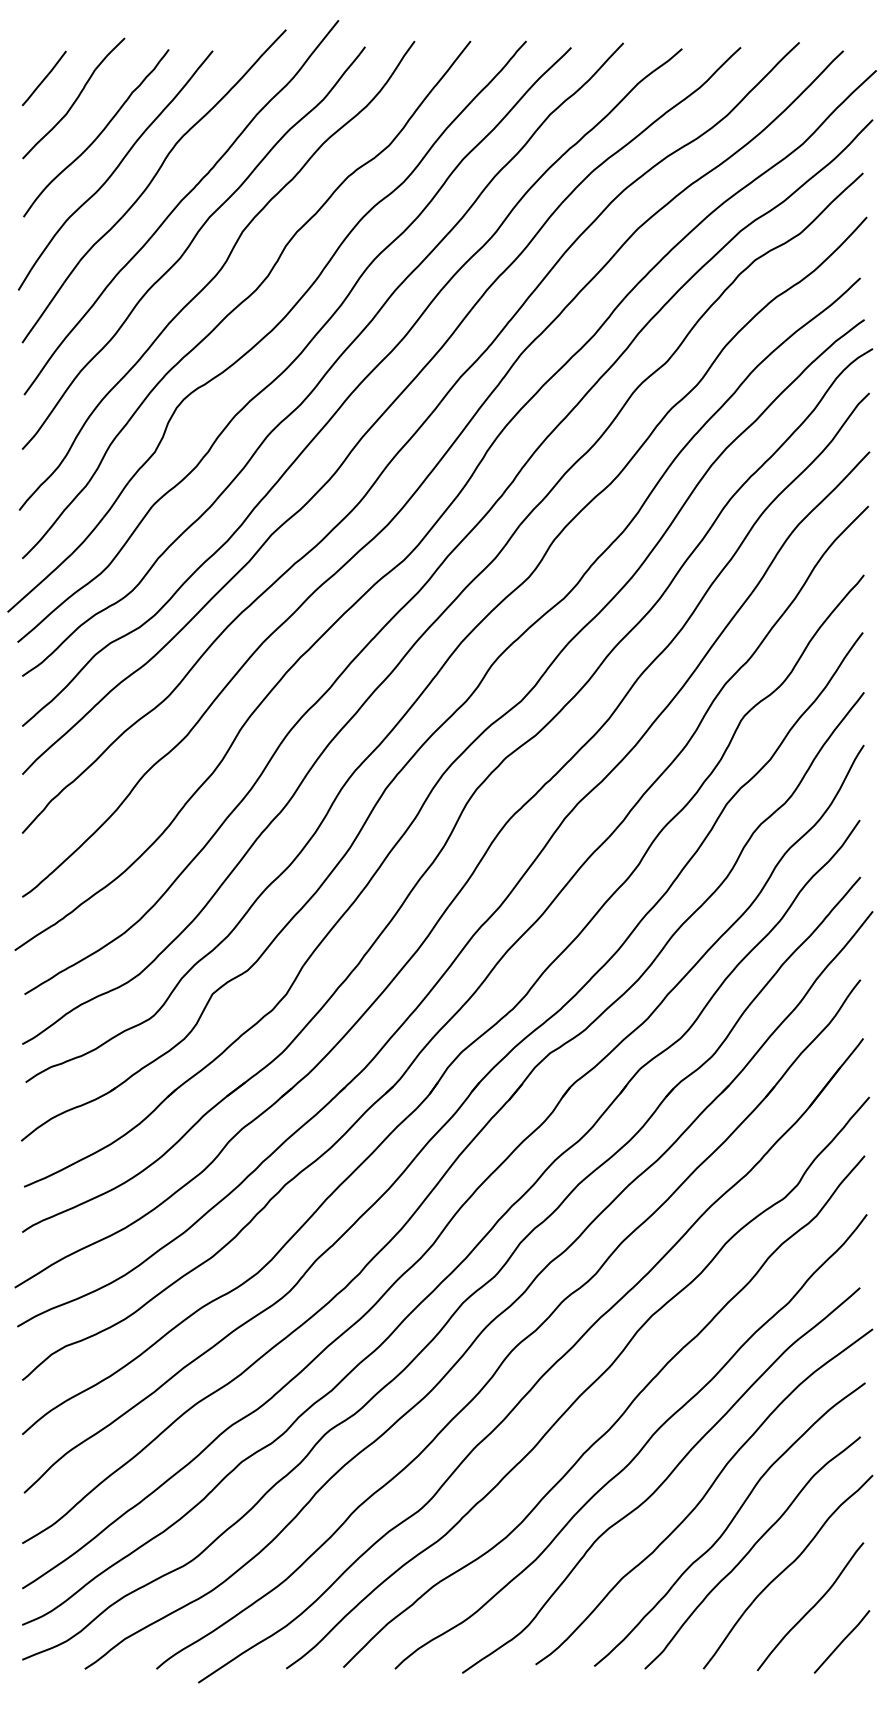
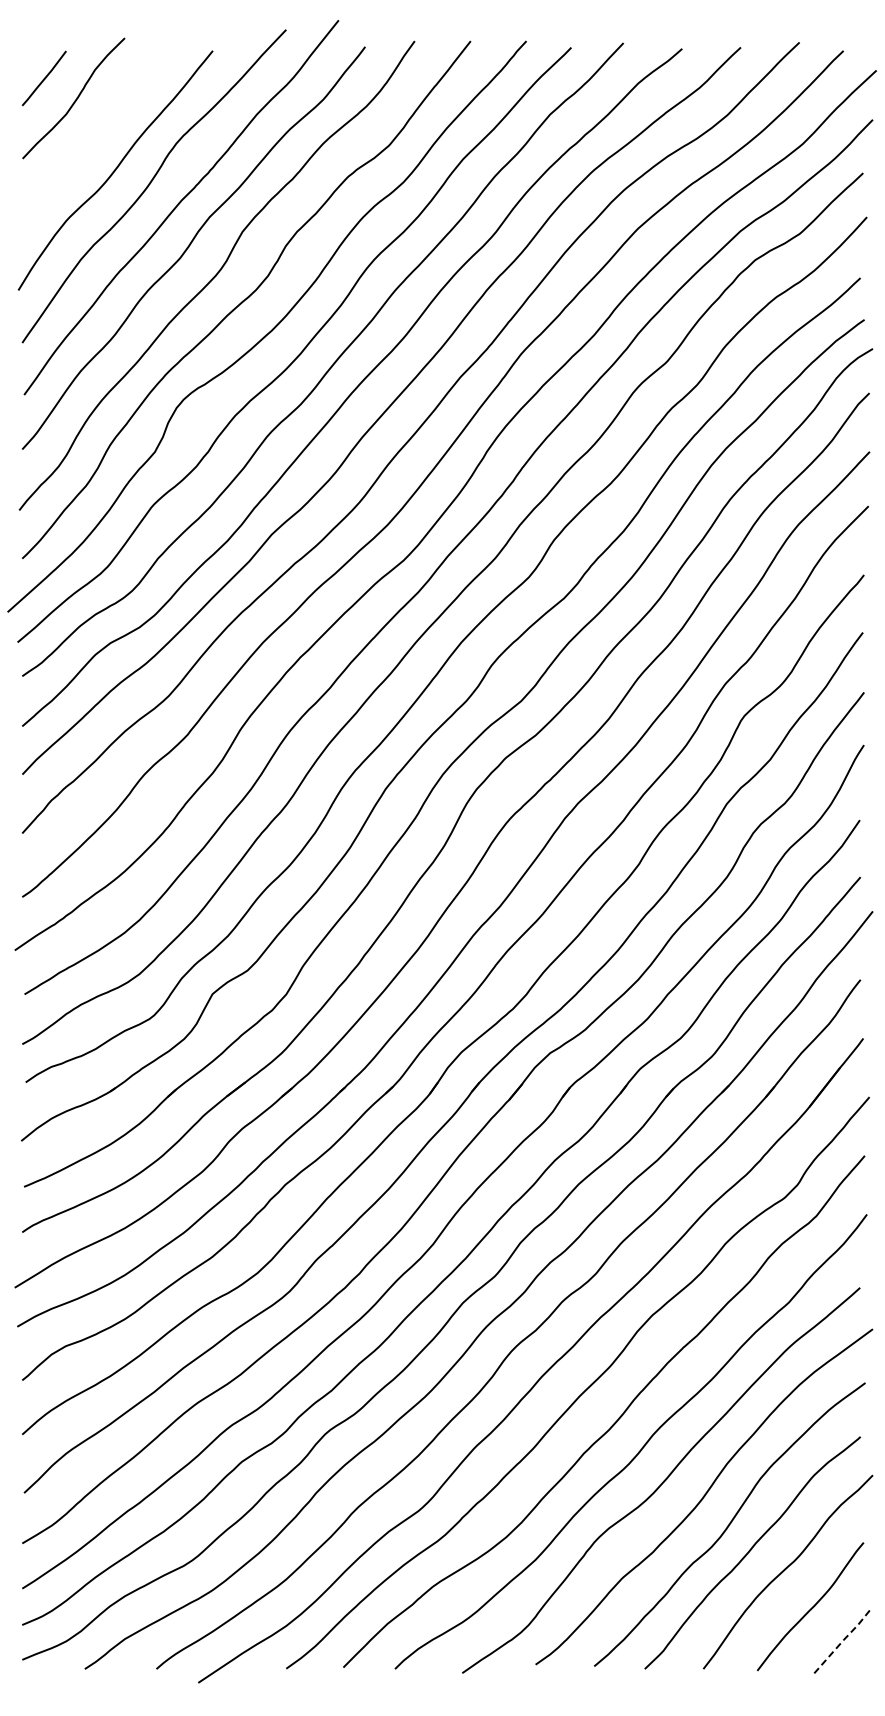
curve at (98, 134): present -> none
line at (842, 1640): solid -> dashed
